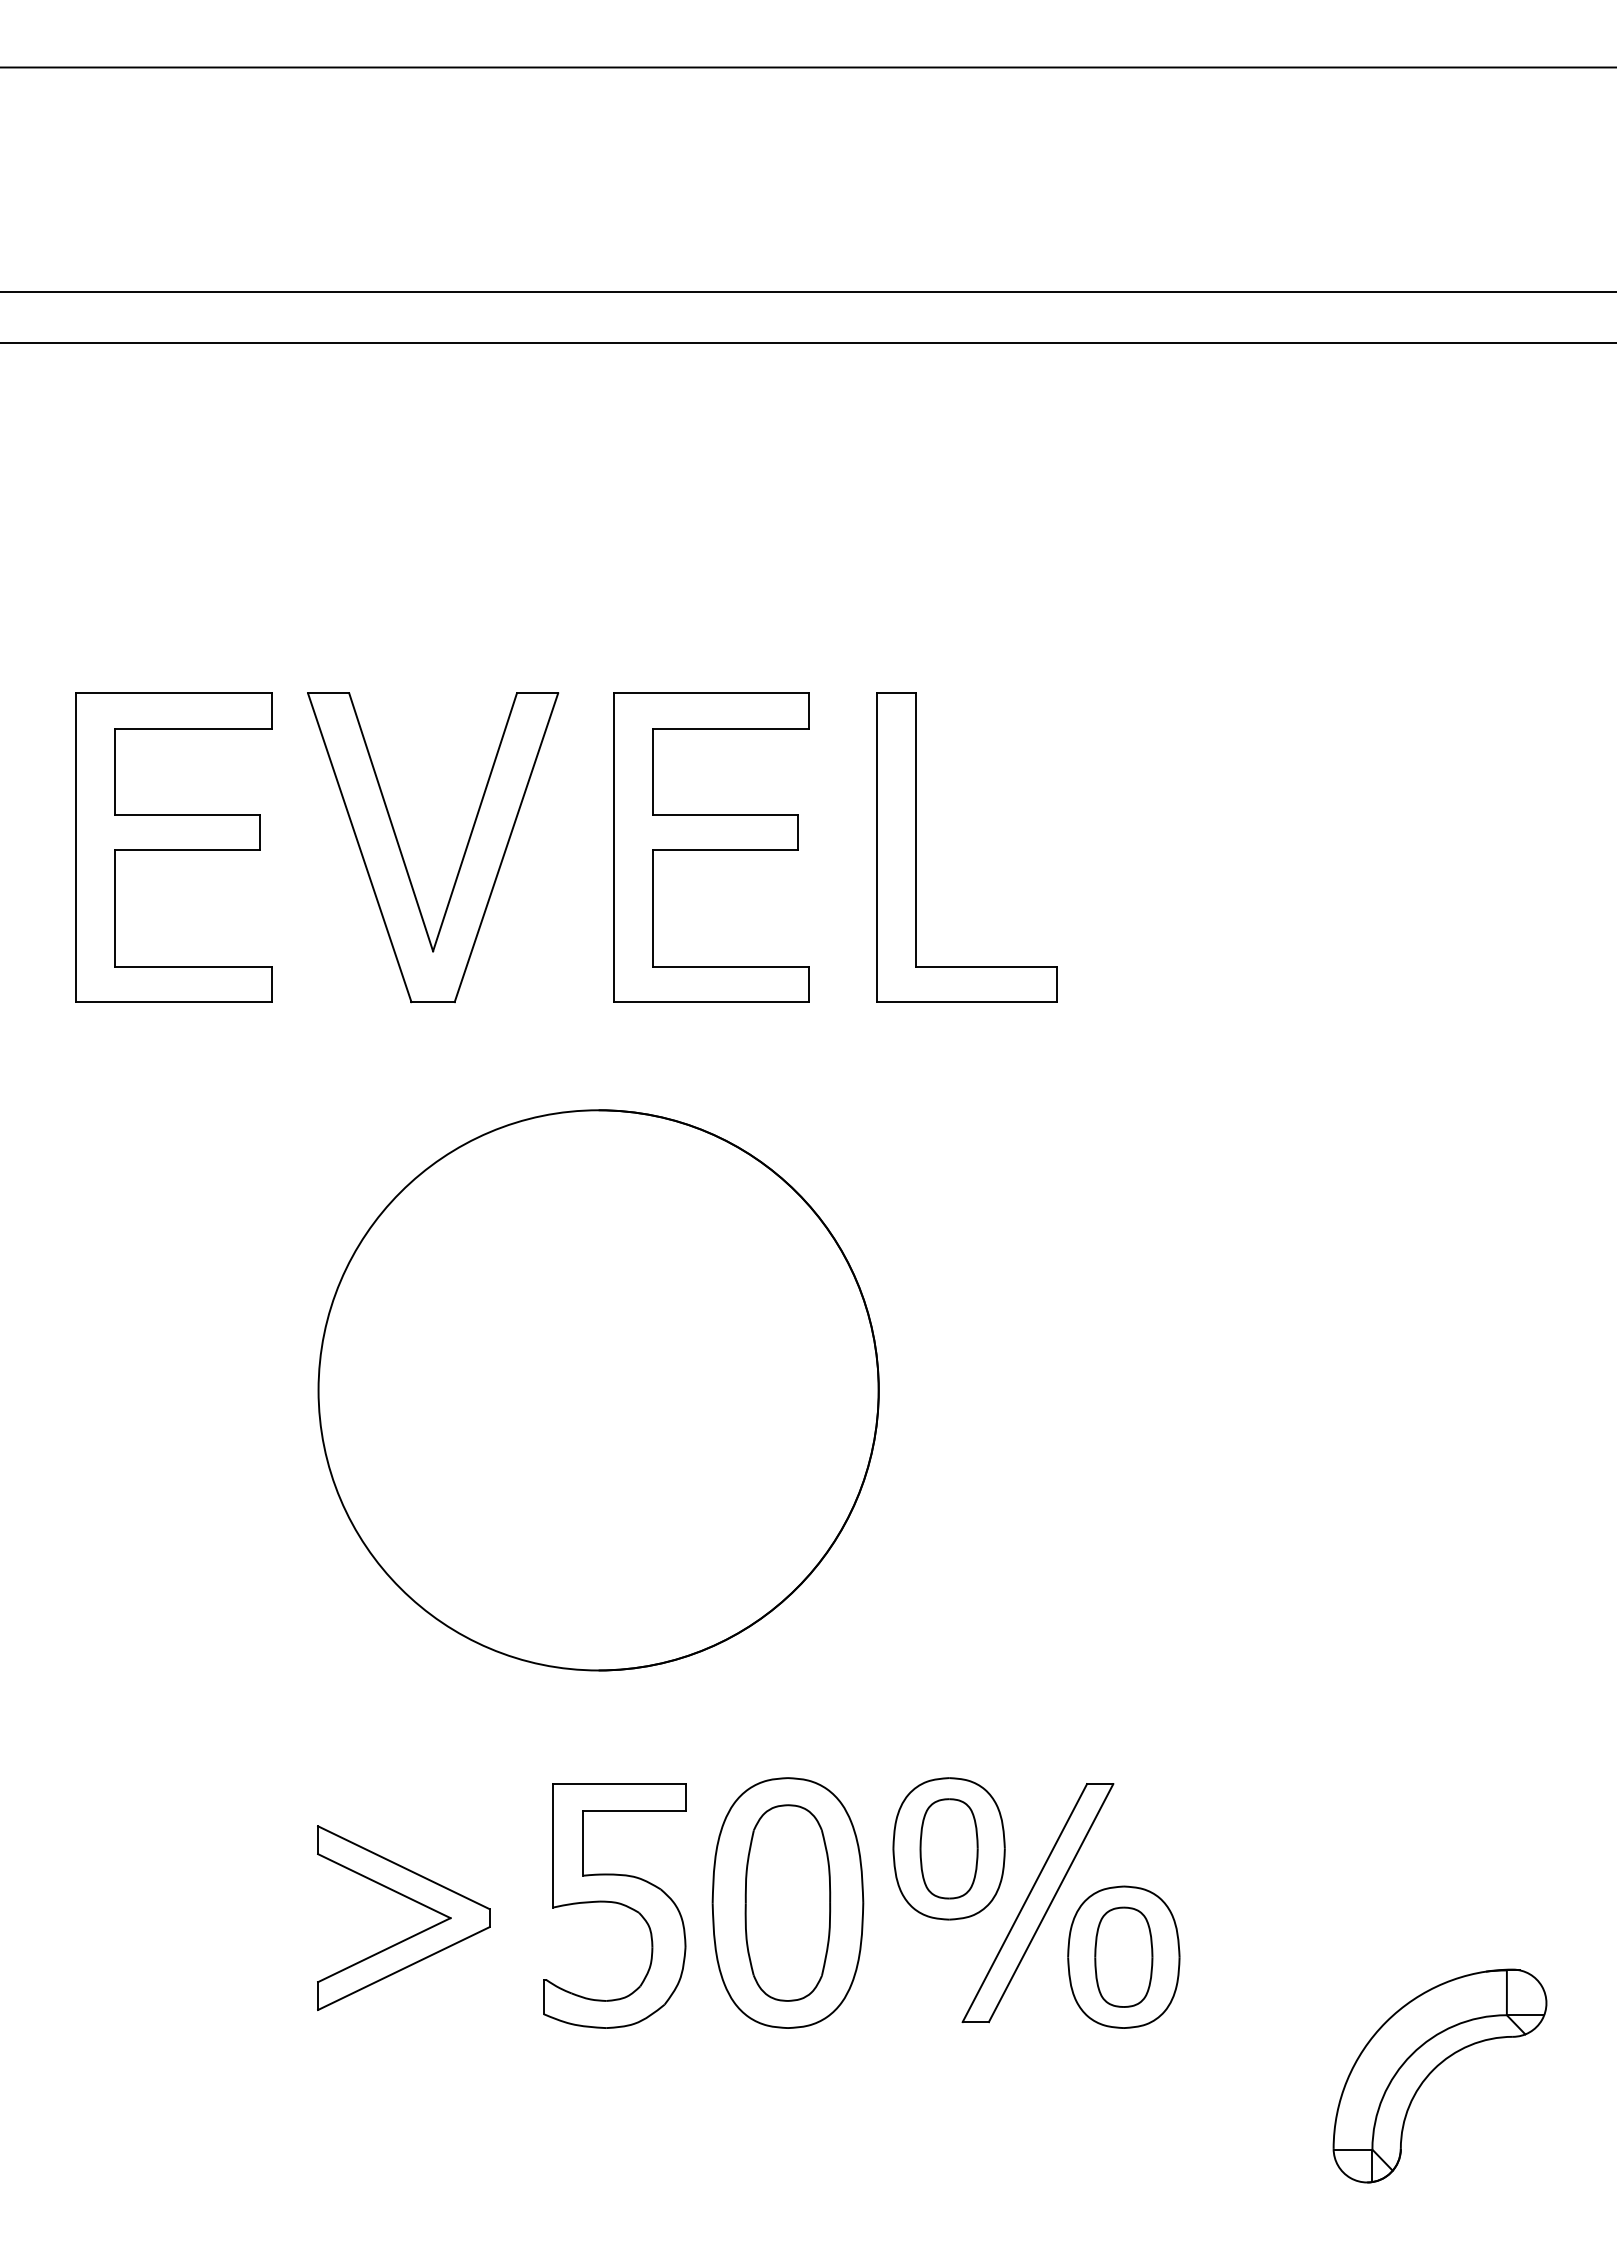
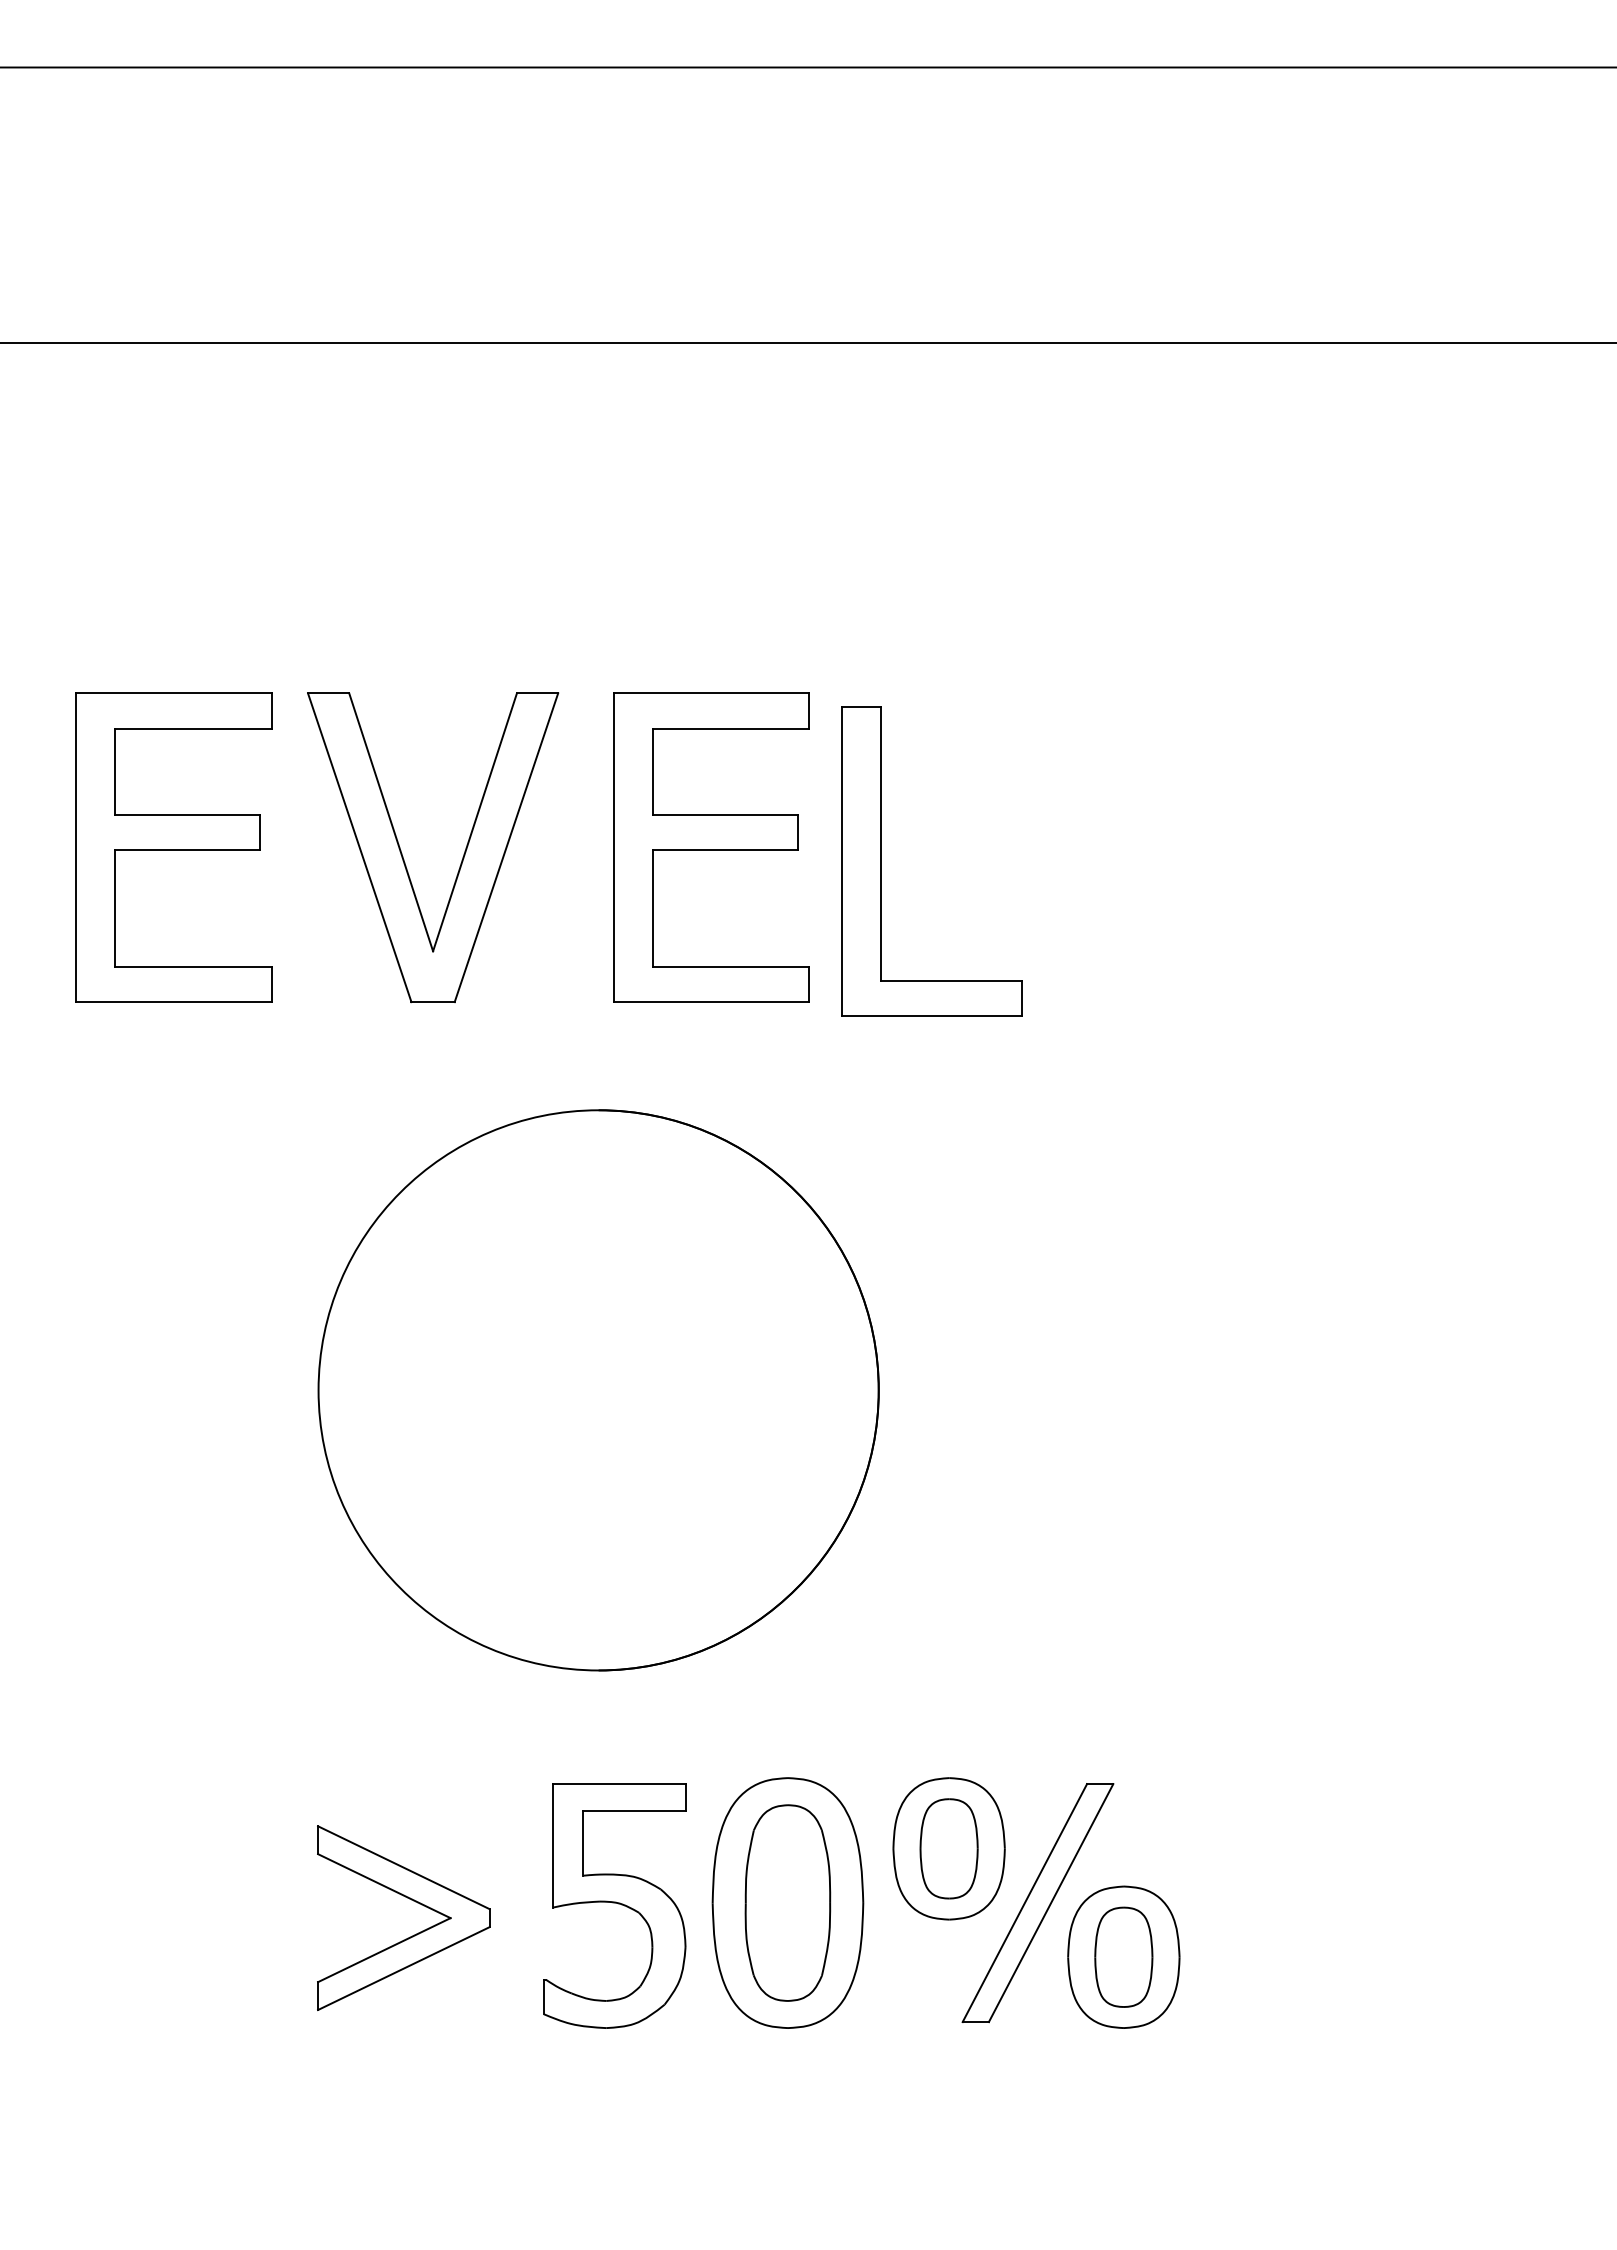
line at (807, 291): present -> none
part at (916, 847) position: (916, 847) -> (881, 861)
part at (1434, 2070): present -> none
